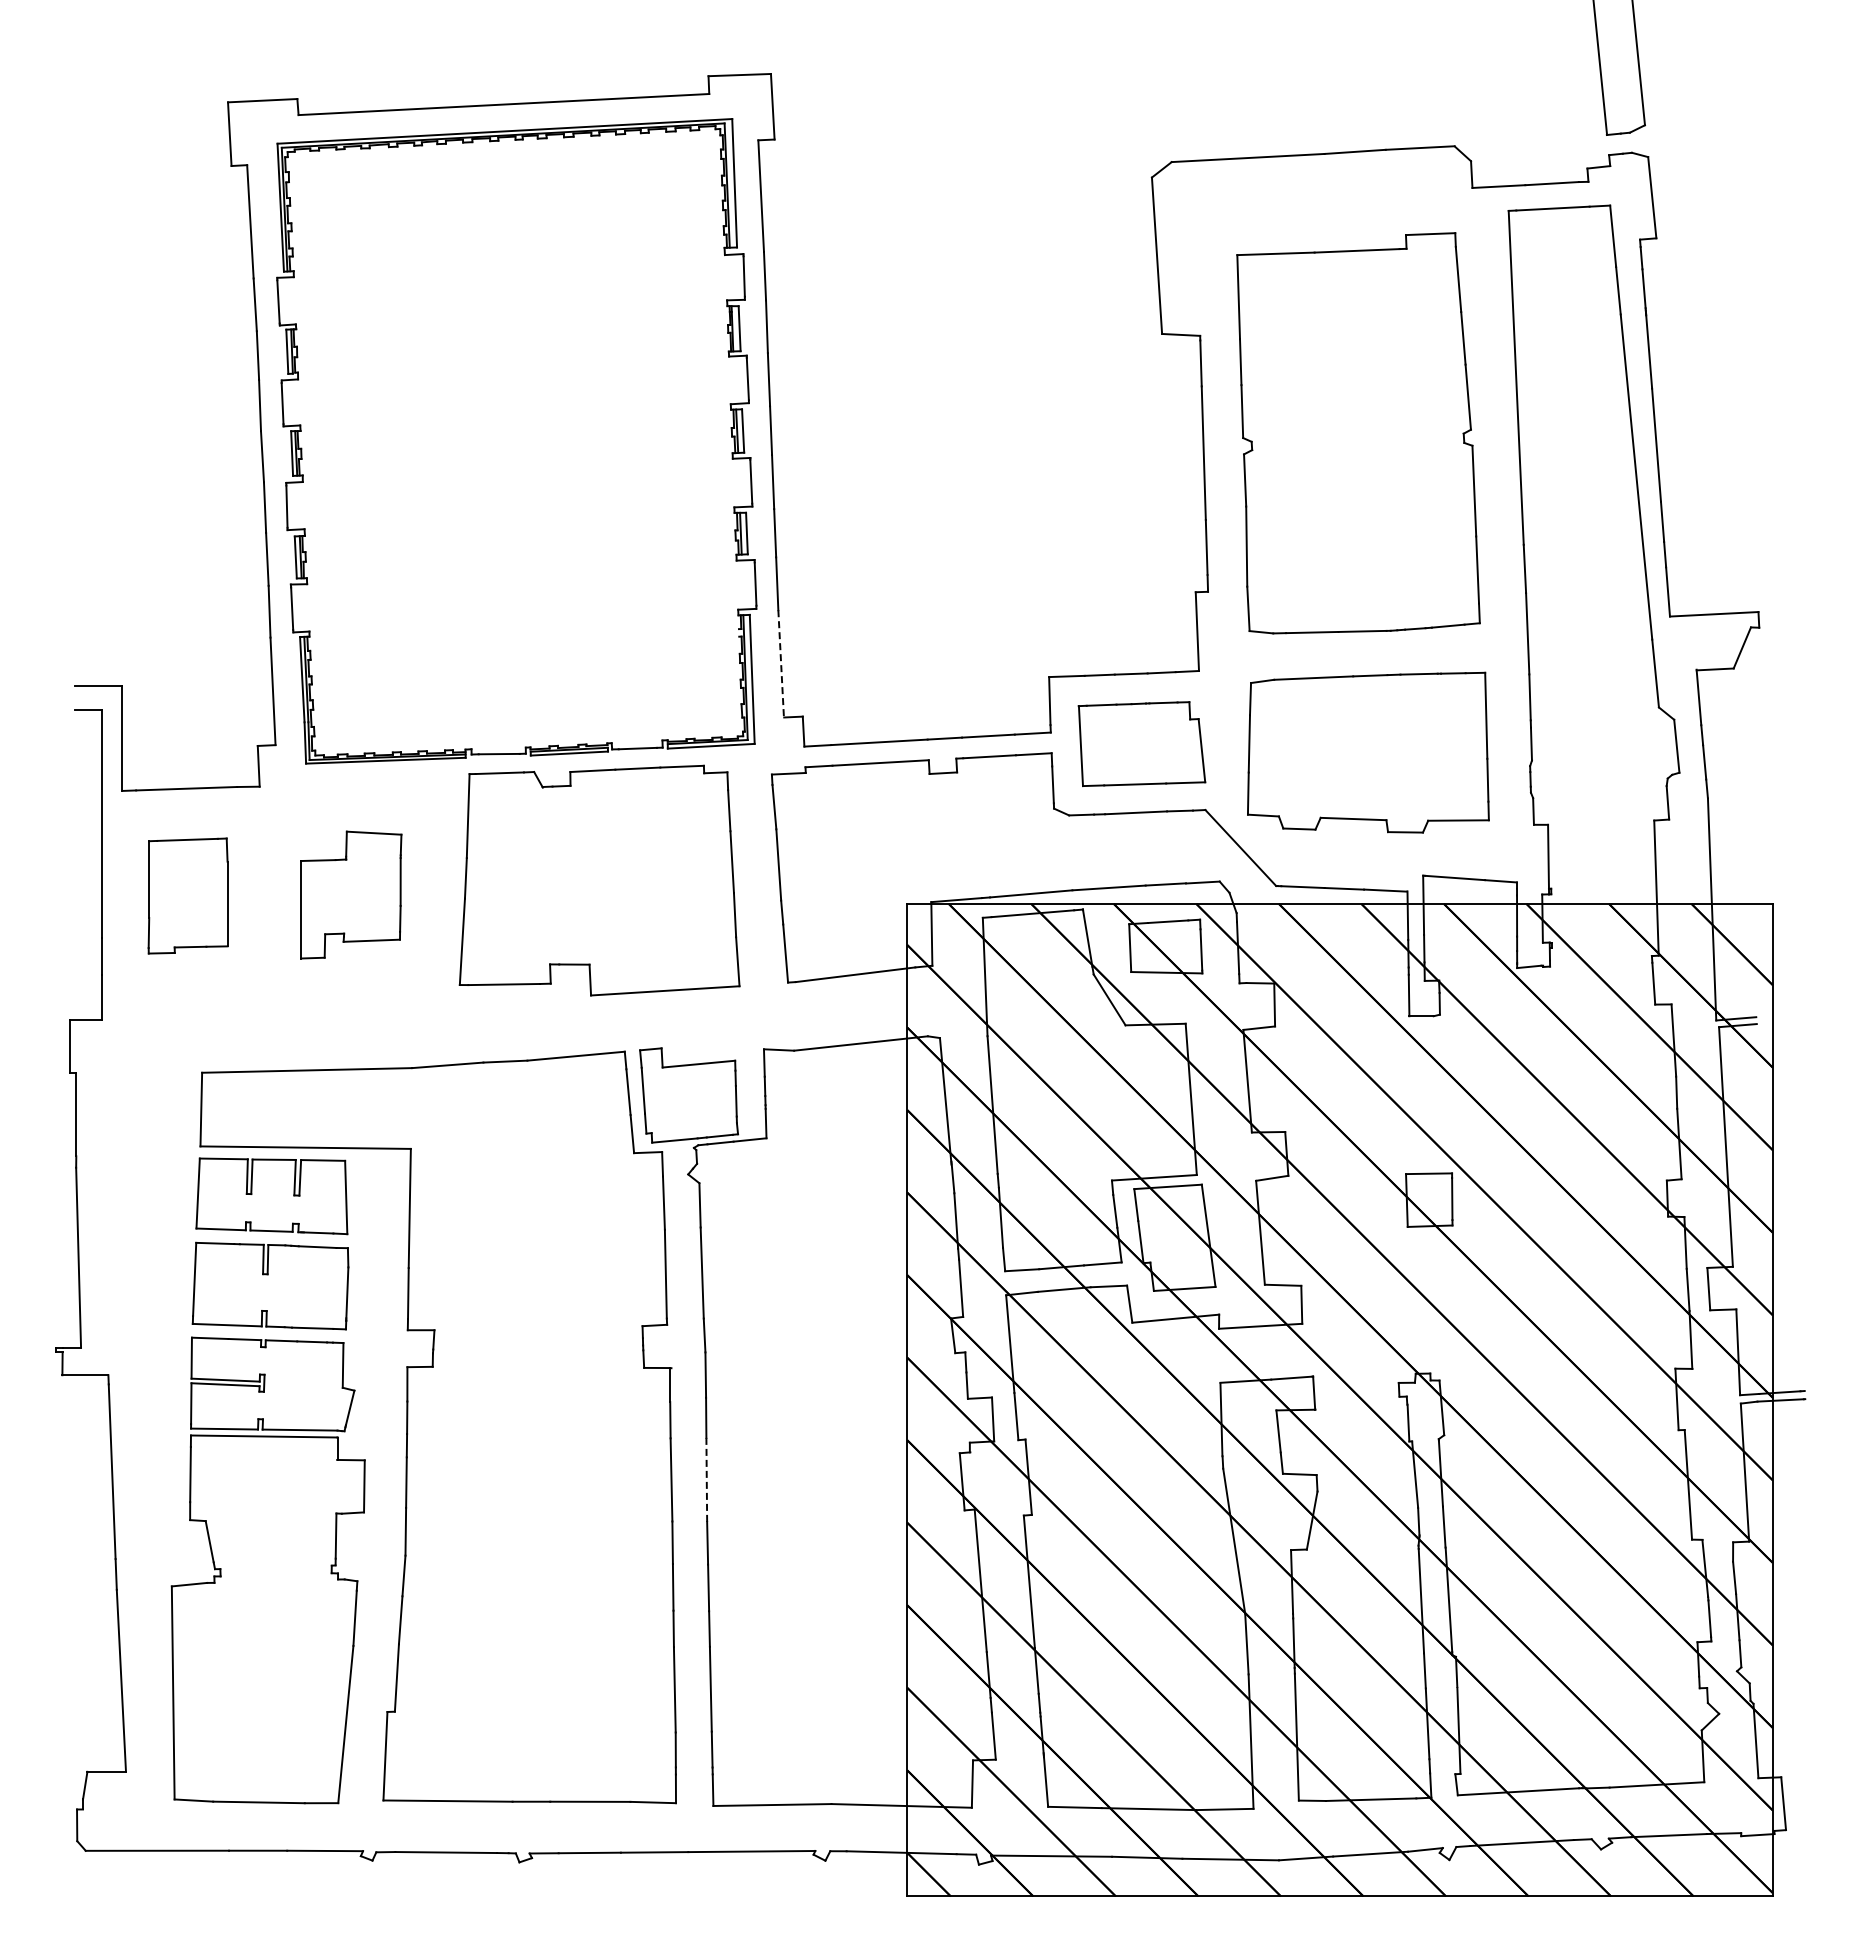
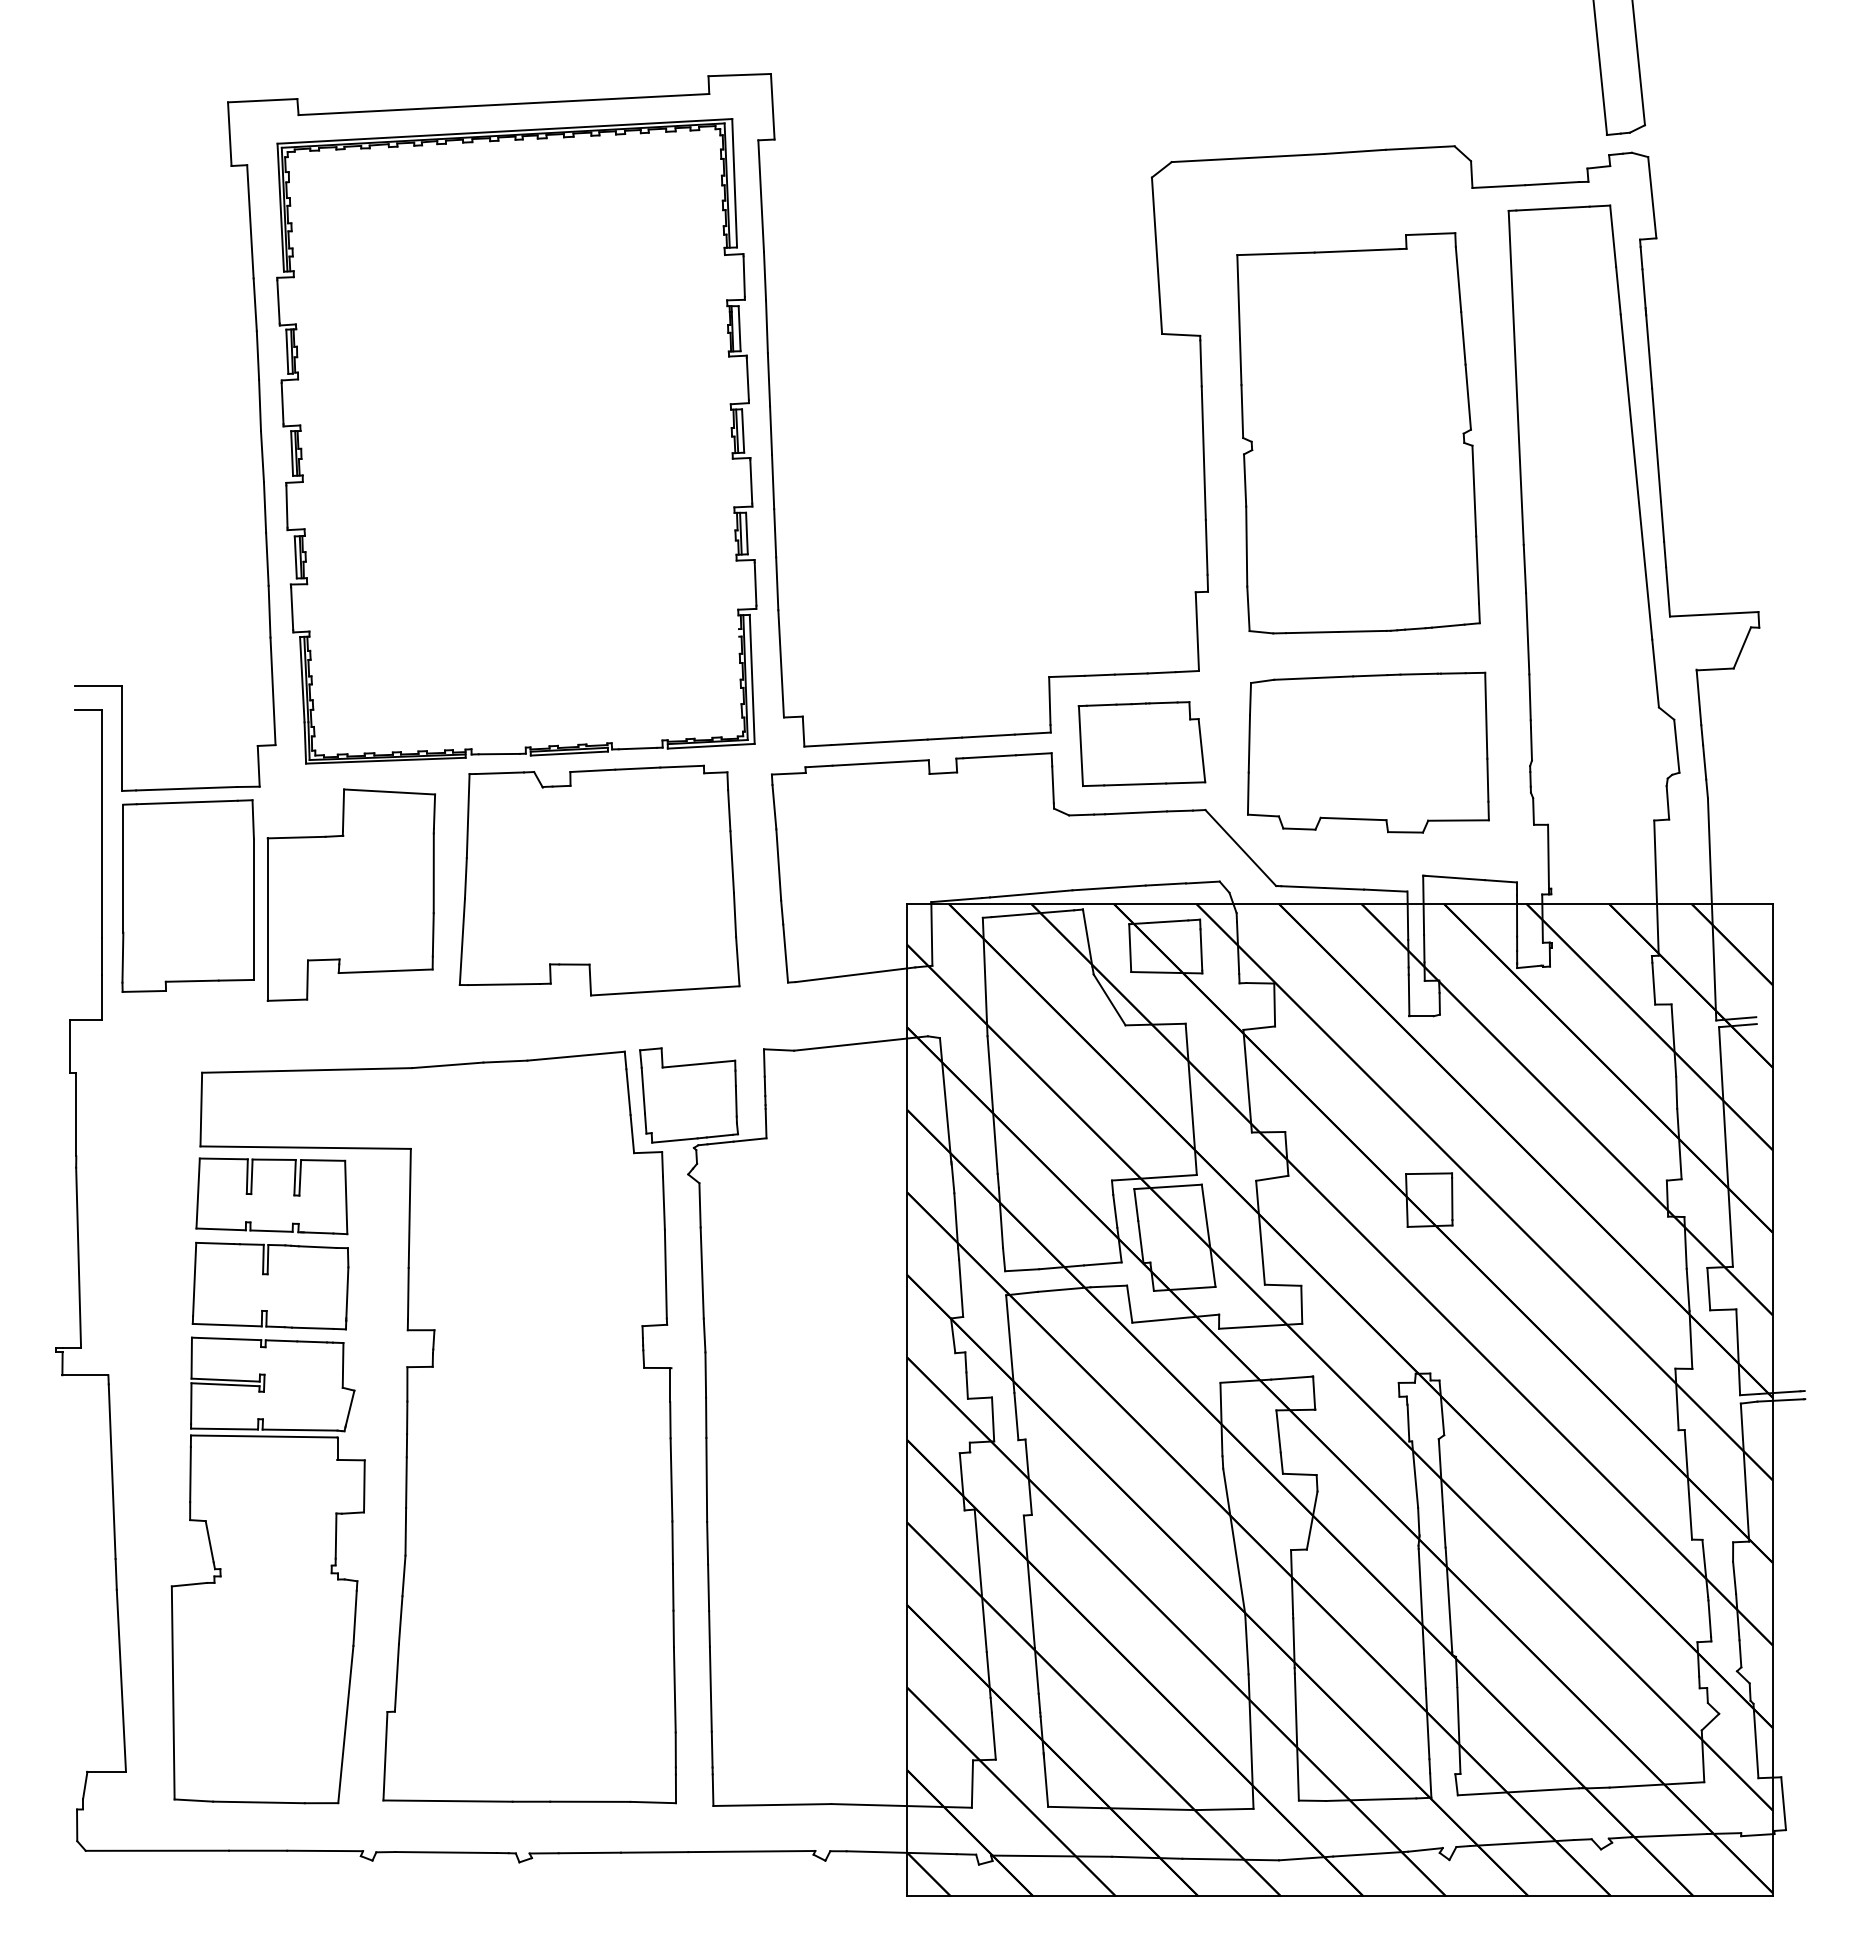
line at (781, 663): dashed -> solid
part at (351, 894) size: 103x130 px -> 170x214 px
part at (187, 895) size: 82x118 px -> 134x194 px
line at (706, 1480): dashed -> solid
